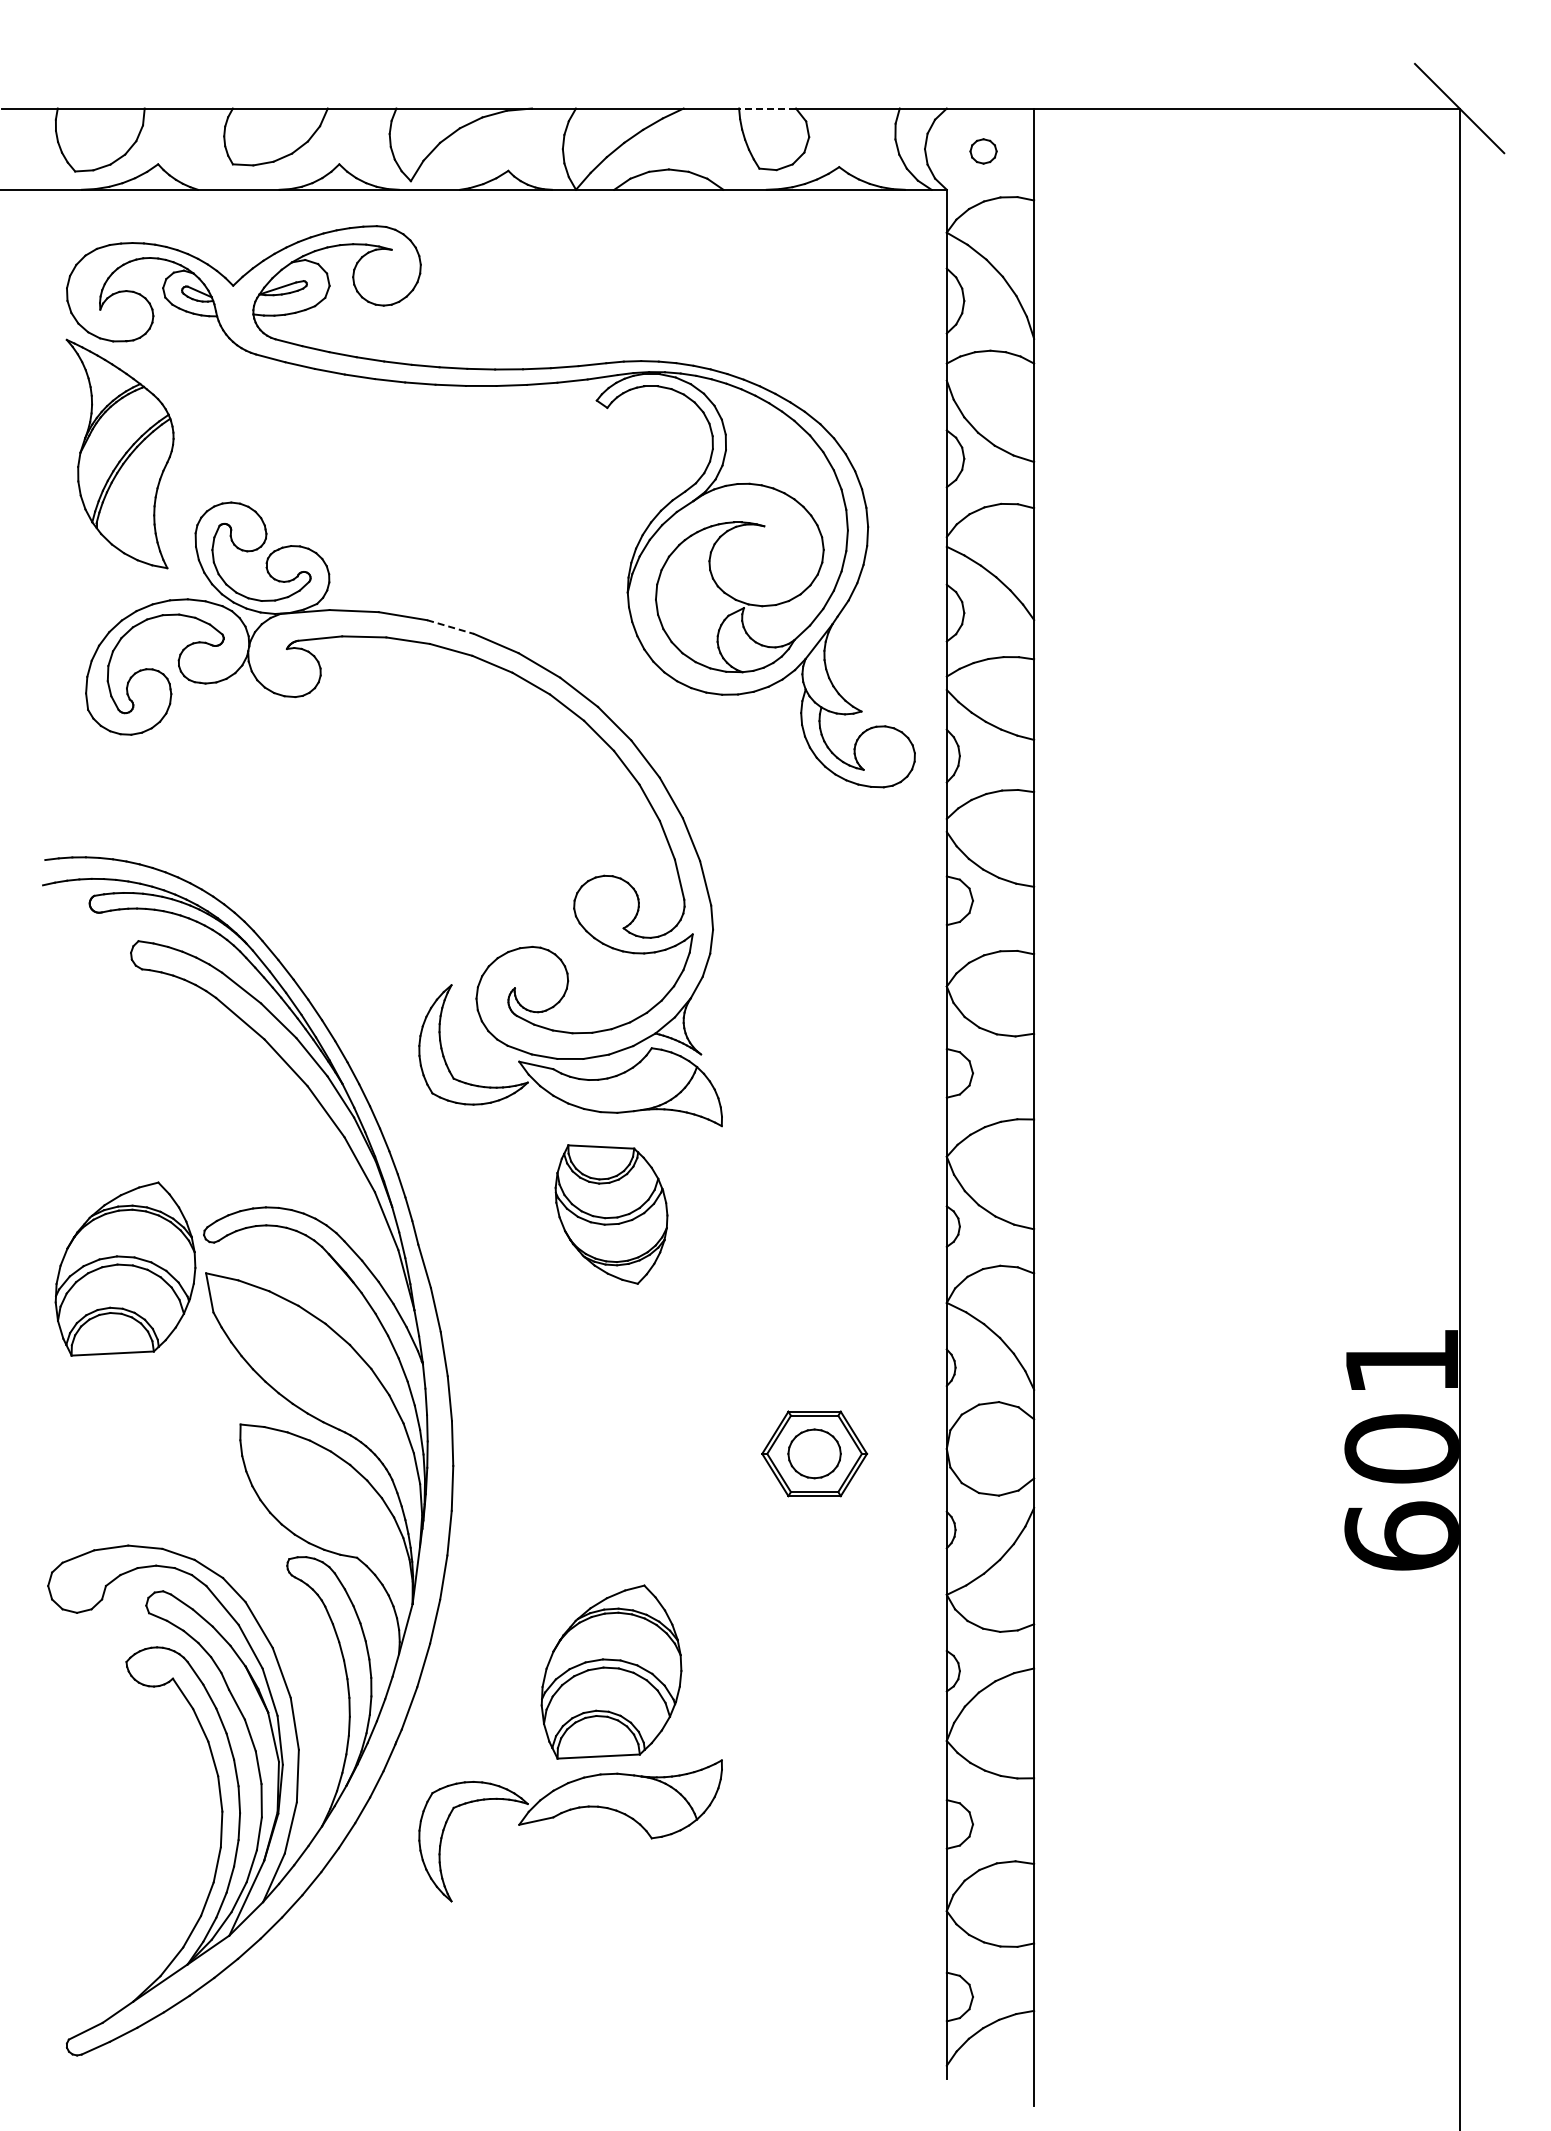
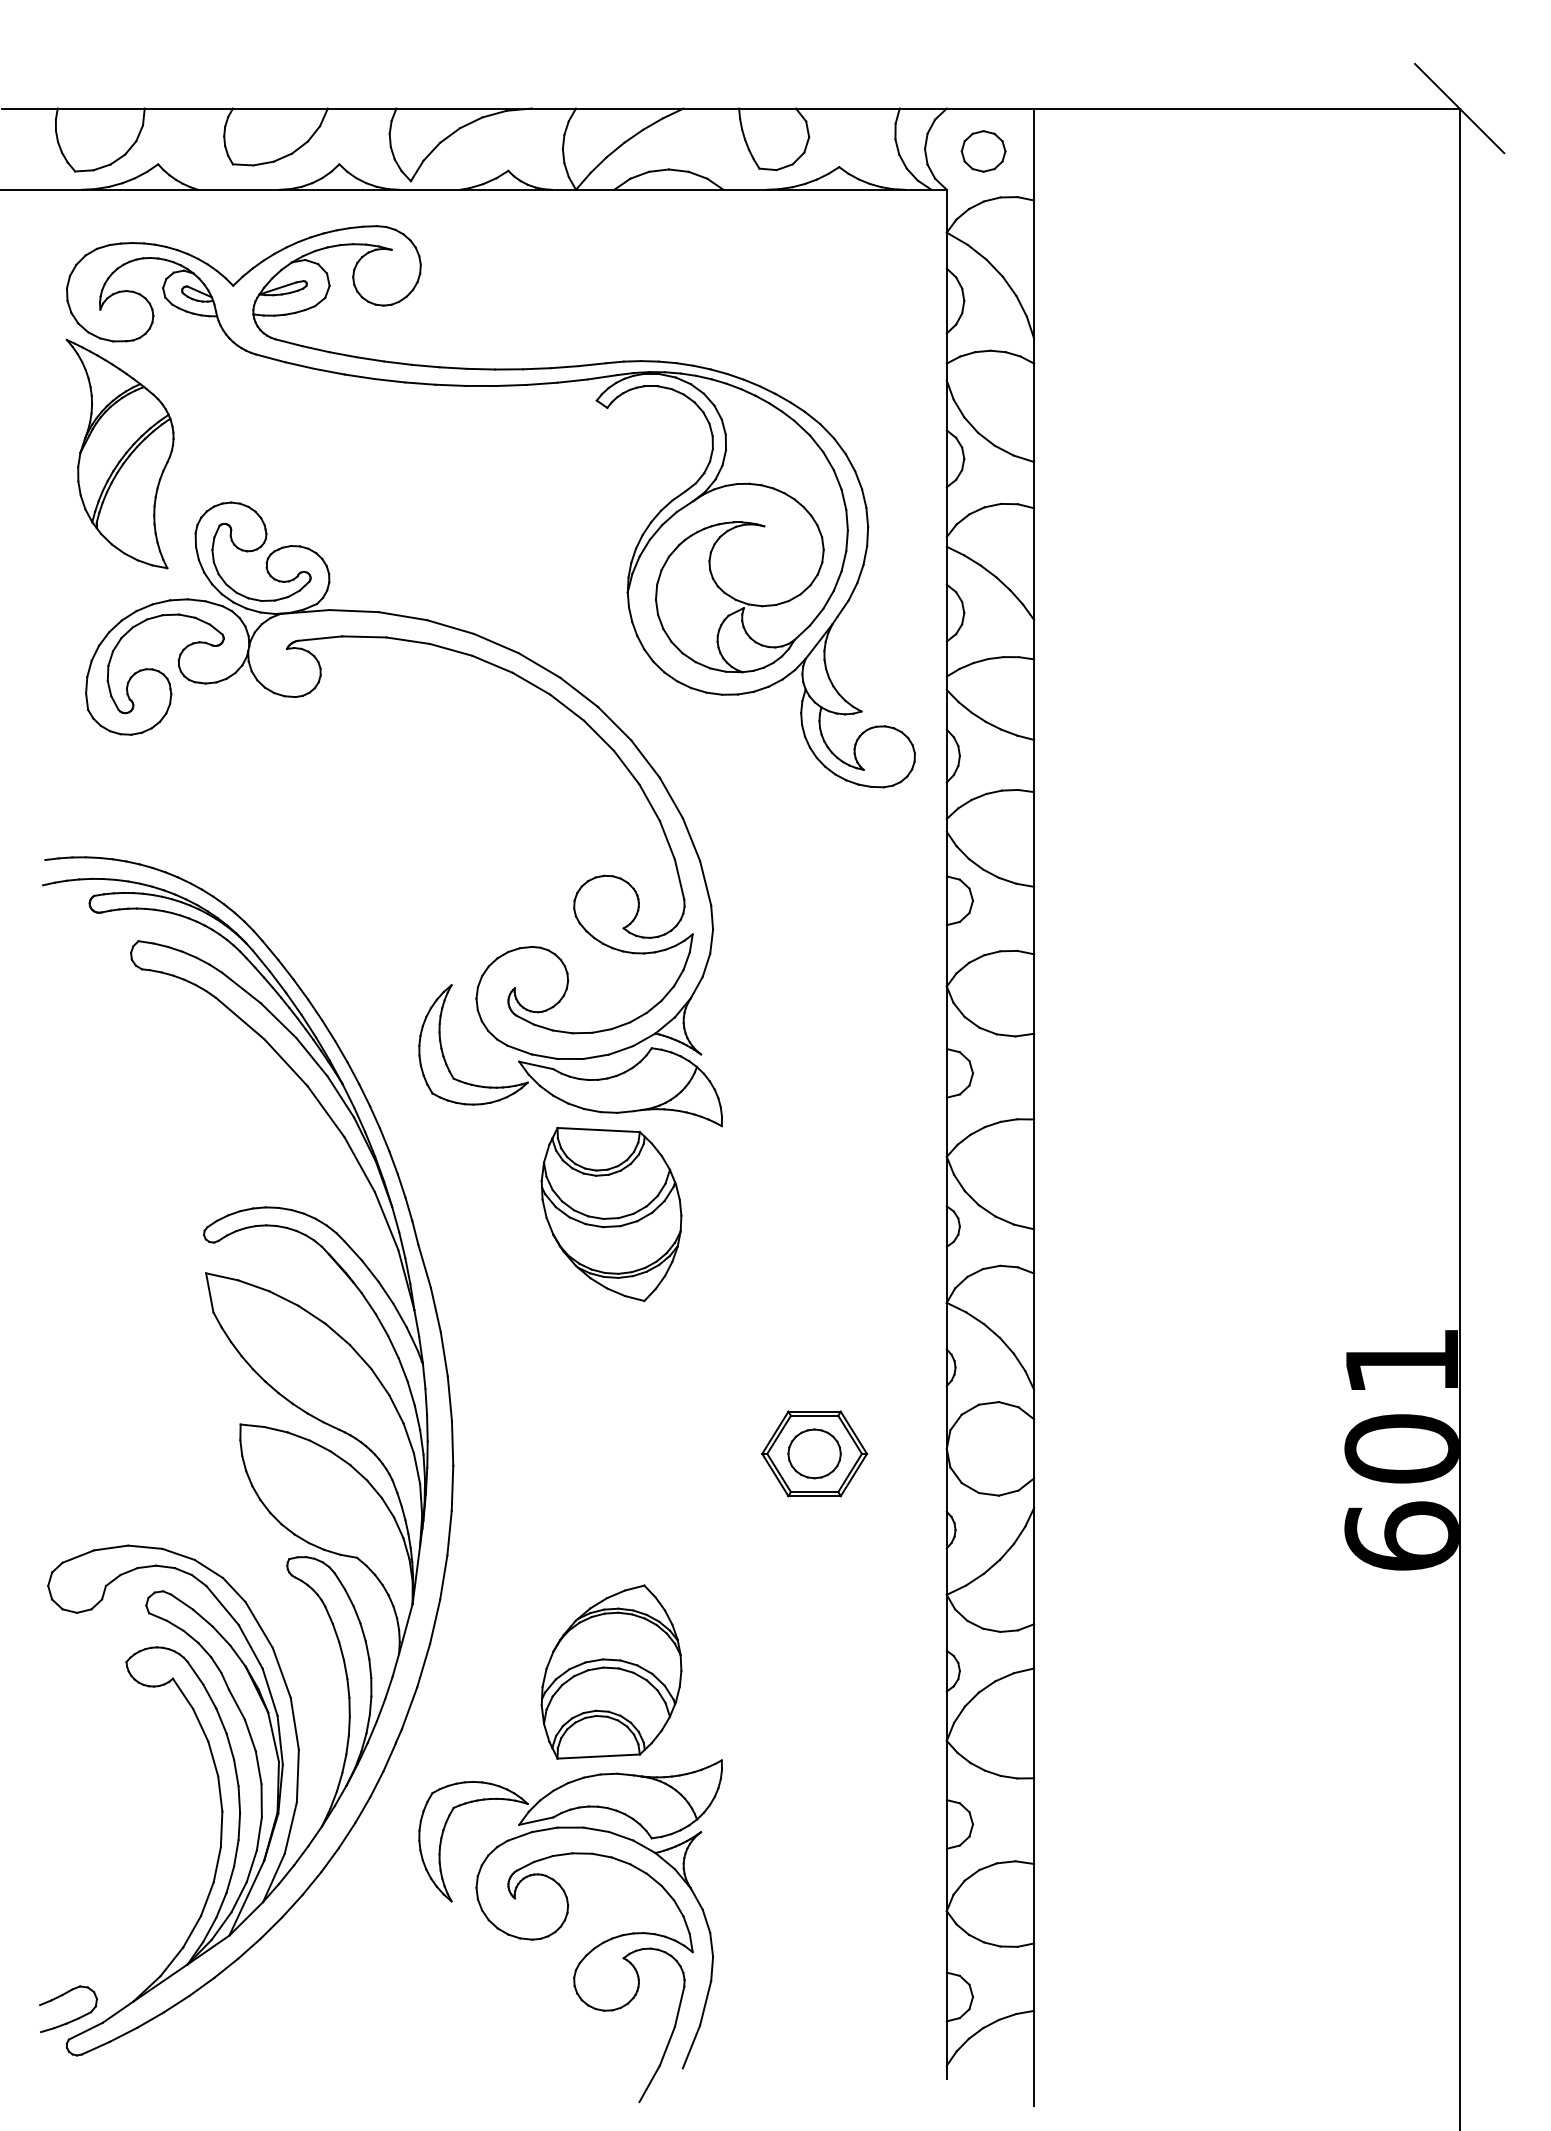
line at (767, 108): dashed -> solid
part at (983, 151) size: 29x27 px -> 47x43 px
line at (451, 627): dashed -> solid
part at (611, 1214) size: 115x141 px -> 143x176 px
part at (125, 1268): present -> none
part at (585, 1958): none -> present
part at (73, 2019): none -> present
